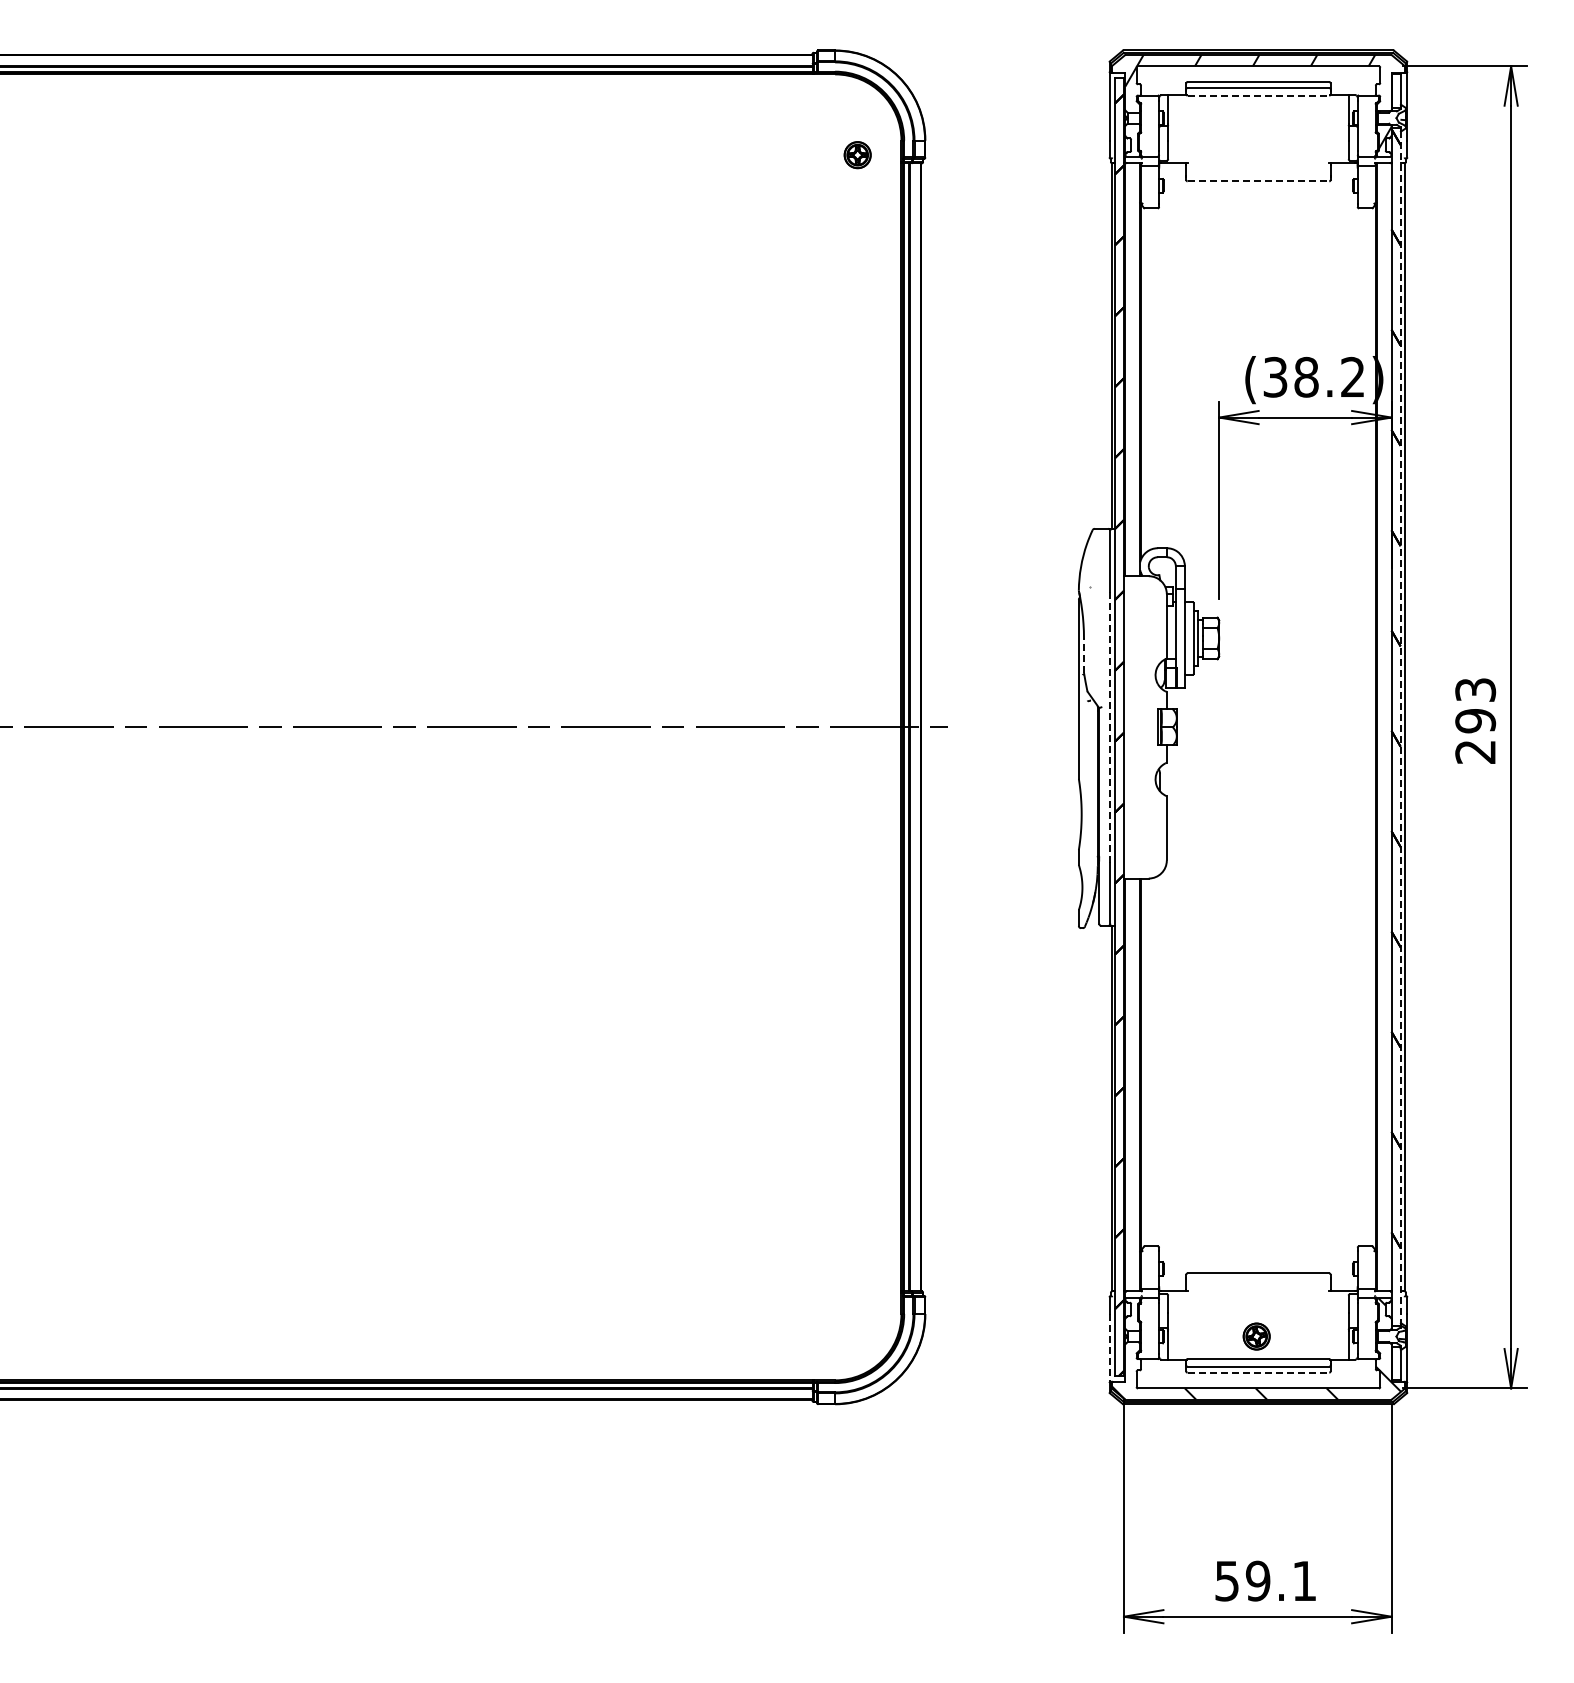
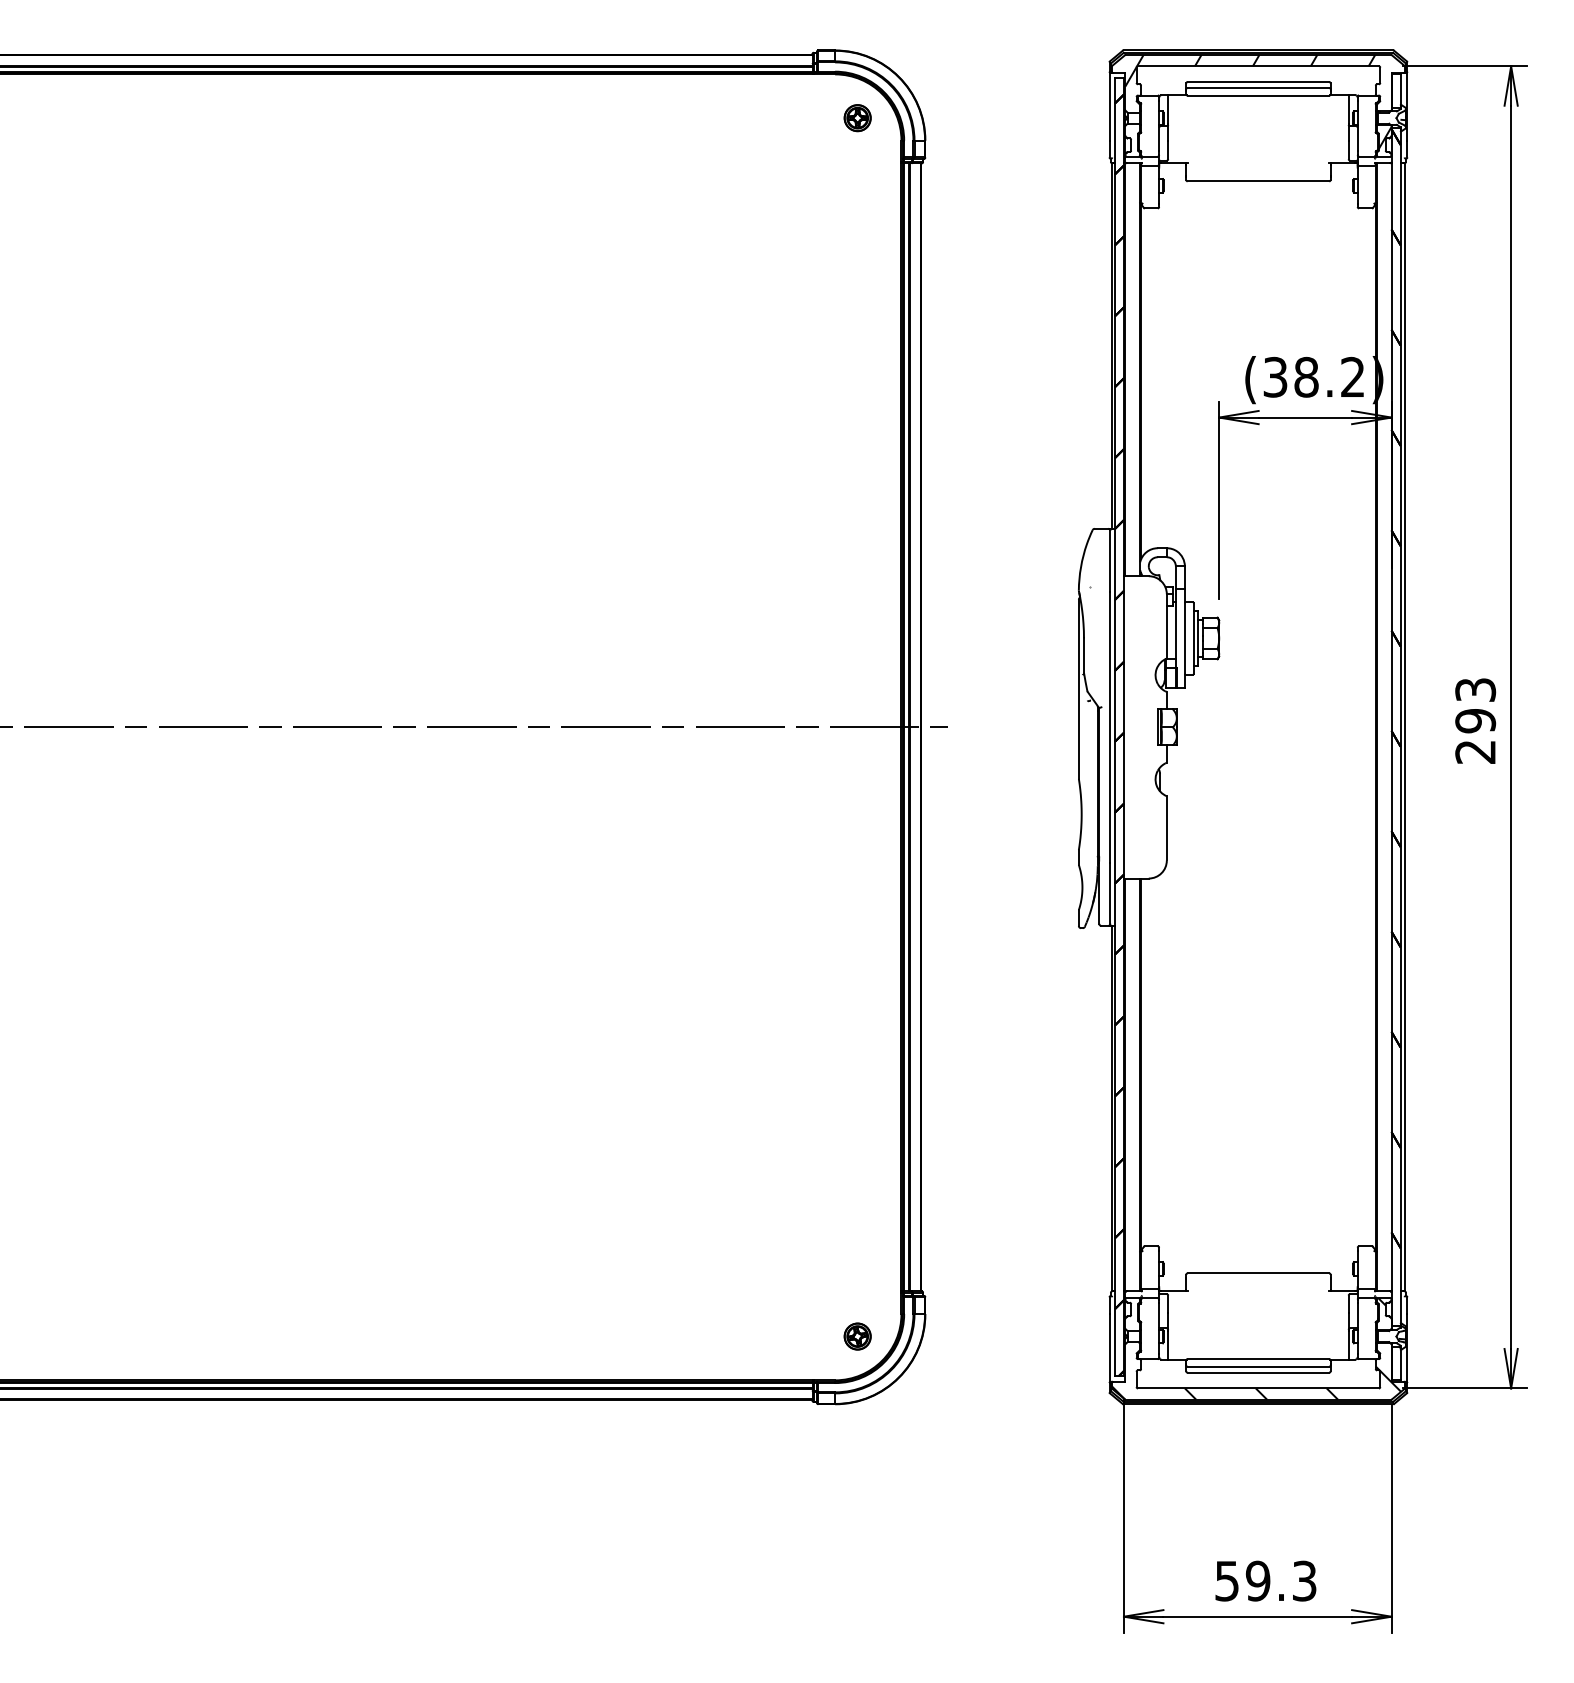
line at (1258, 95): dashed -> solid
part at (857, 155) position: (857, 155) -> (857, 118)
line at (1258, 181): dashed -> solid
line at (1083, 655): dashed -> solid
line at (1110, 726): dashed -> solid
line at (1400, 726): dashed -> solid
part at (1256, 1336) position: (1256, 1336) -> (857, 1336)
line at (1109, 1348): dashed -> solid
line at (1258, 1372): dashed -> solid
text at (1304, 1580): 59.1 -> 59.3
